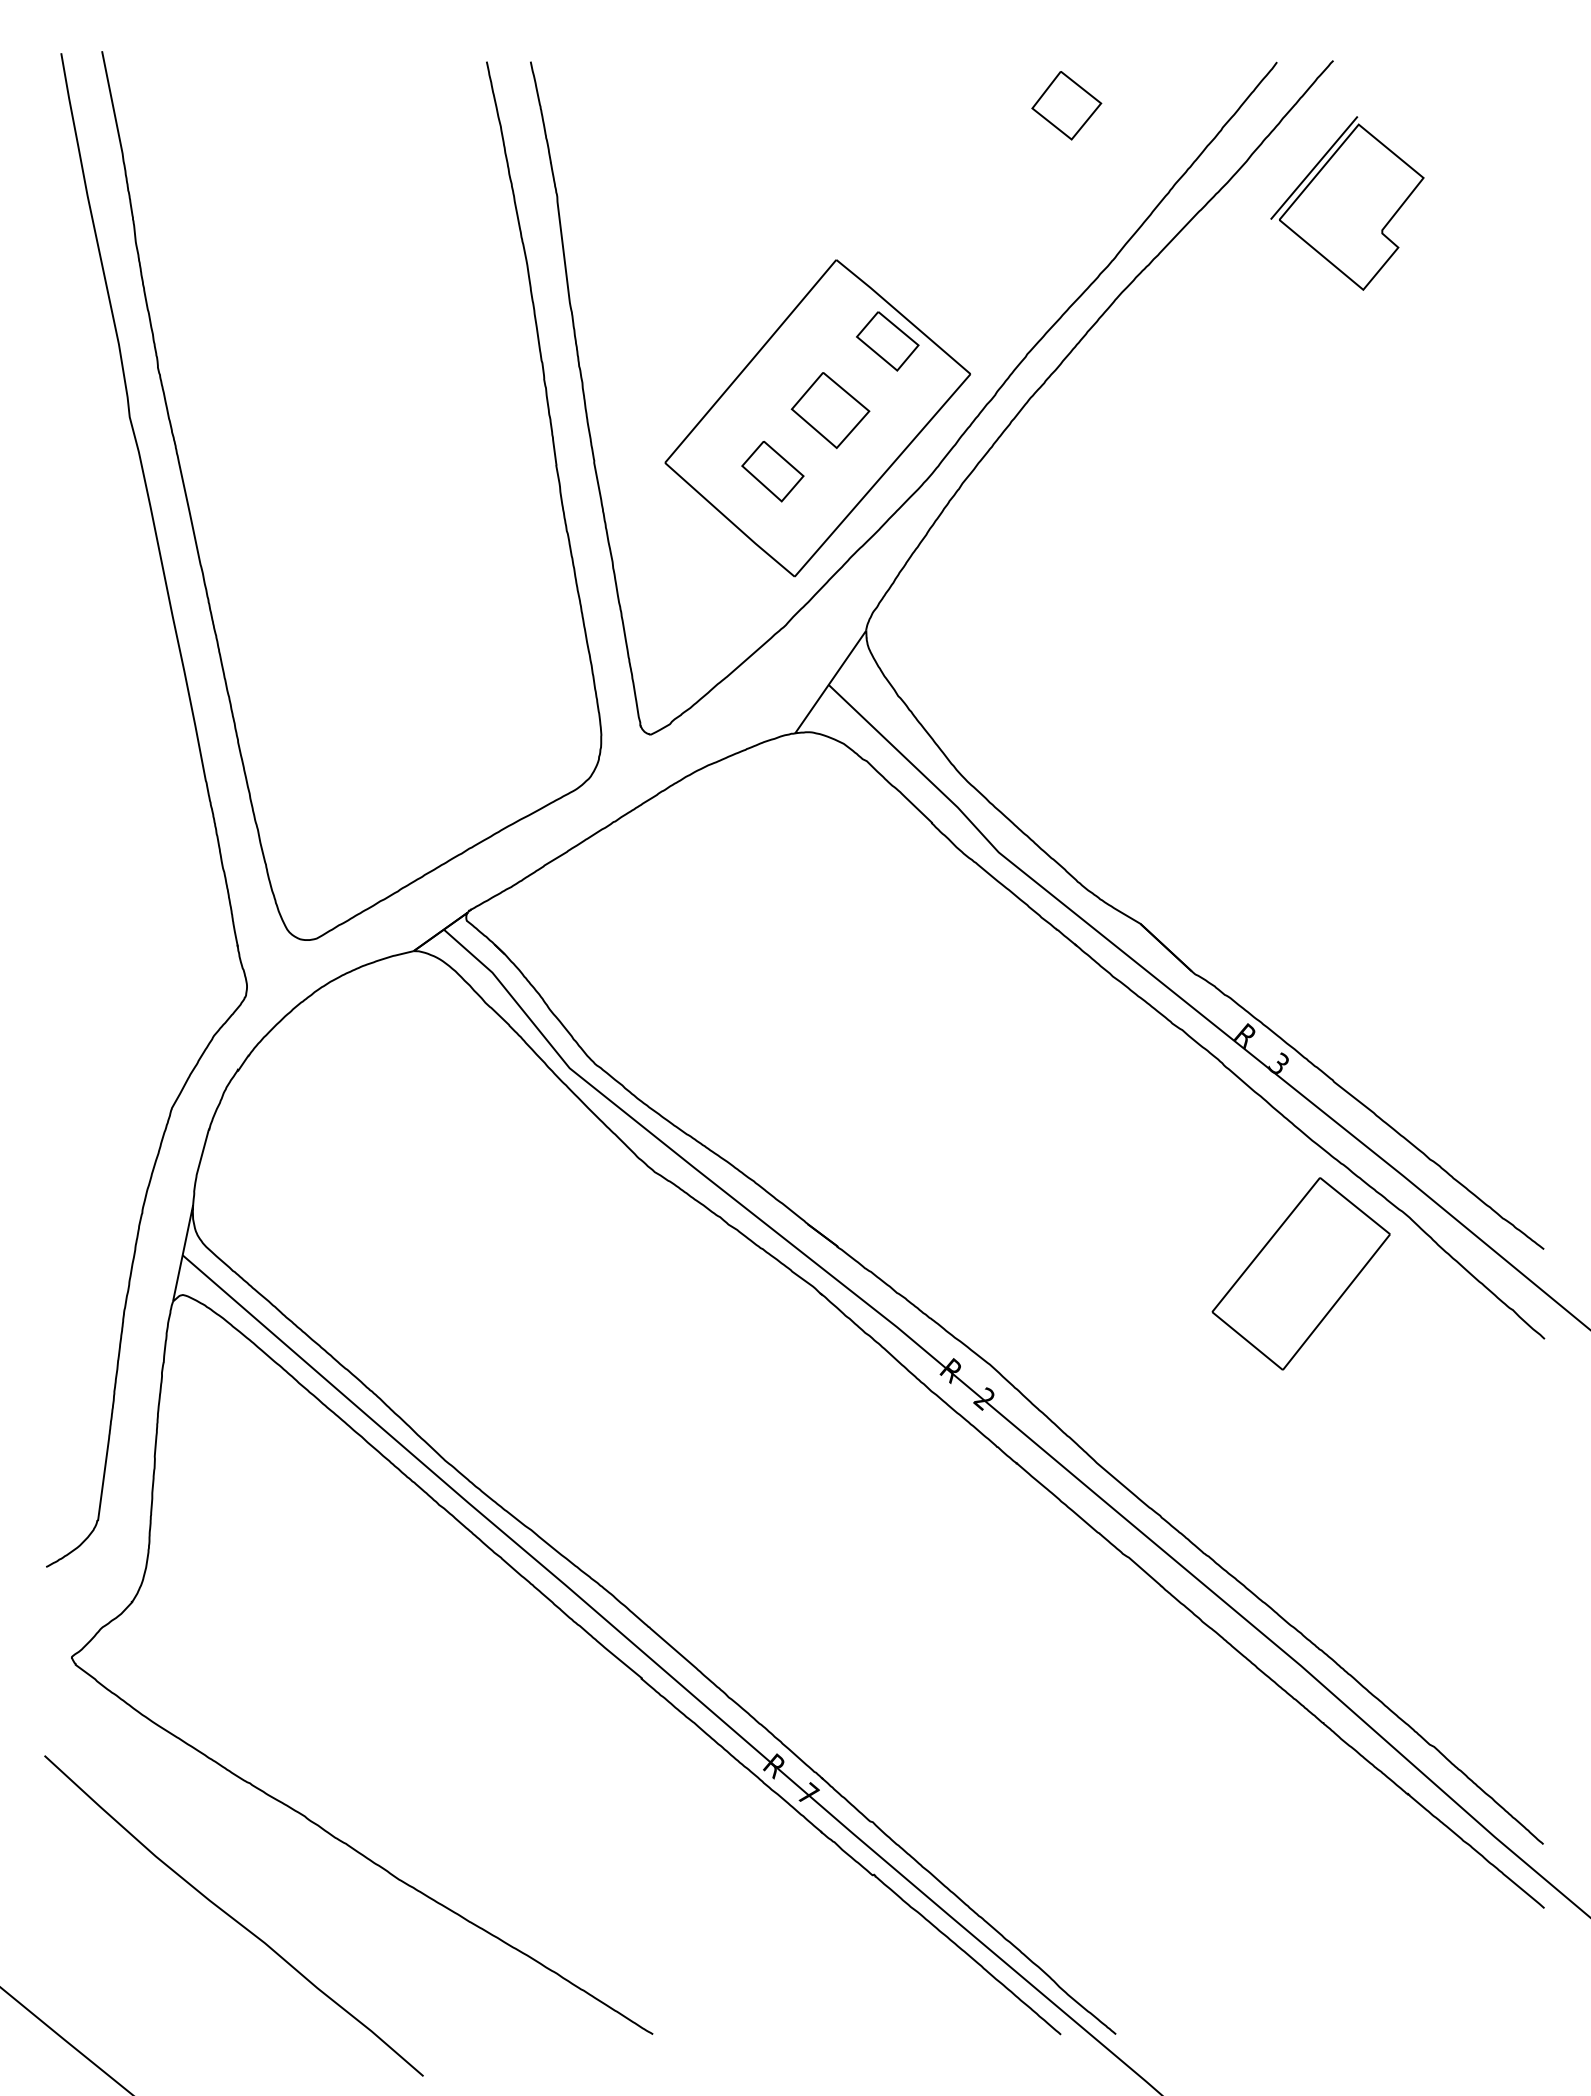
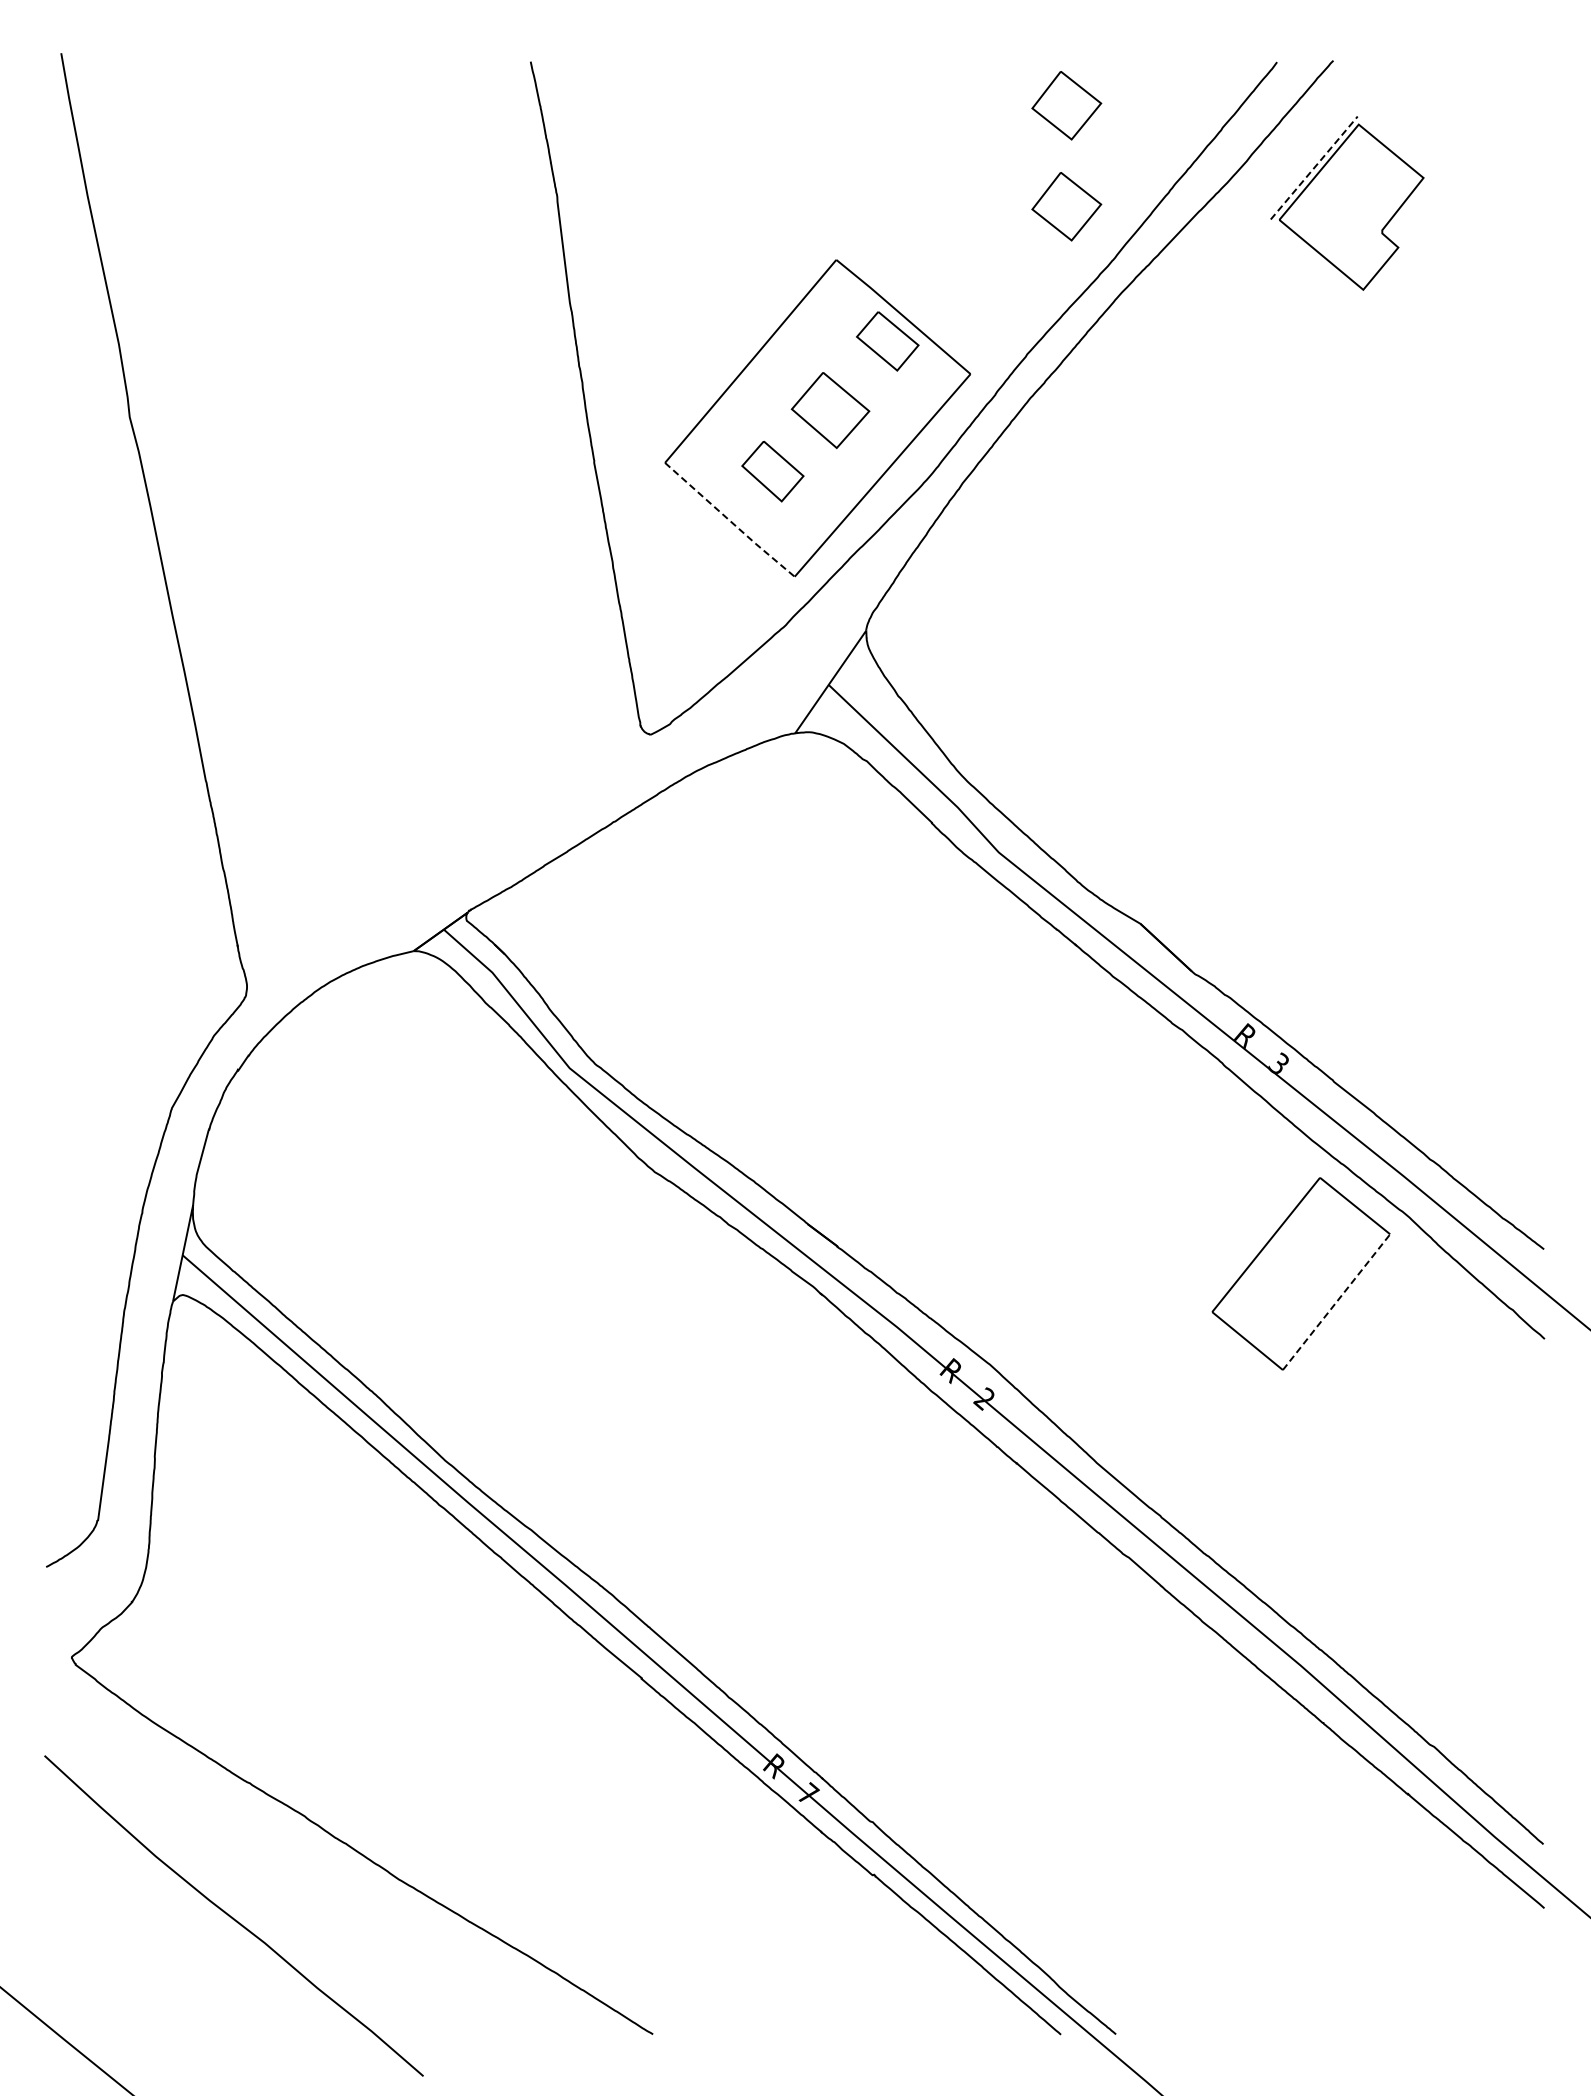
line at (1314, 167): solid -> dashed
part at (1066, 206): none -> present
line at (730, 521): solid -> dashed
curve at (193, 524): present -> none
line at (1336, 1302): solid -> dashed
